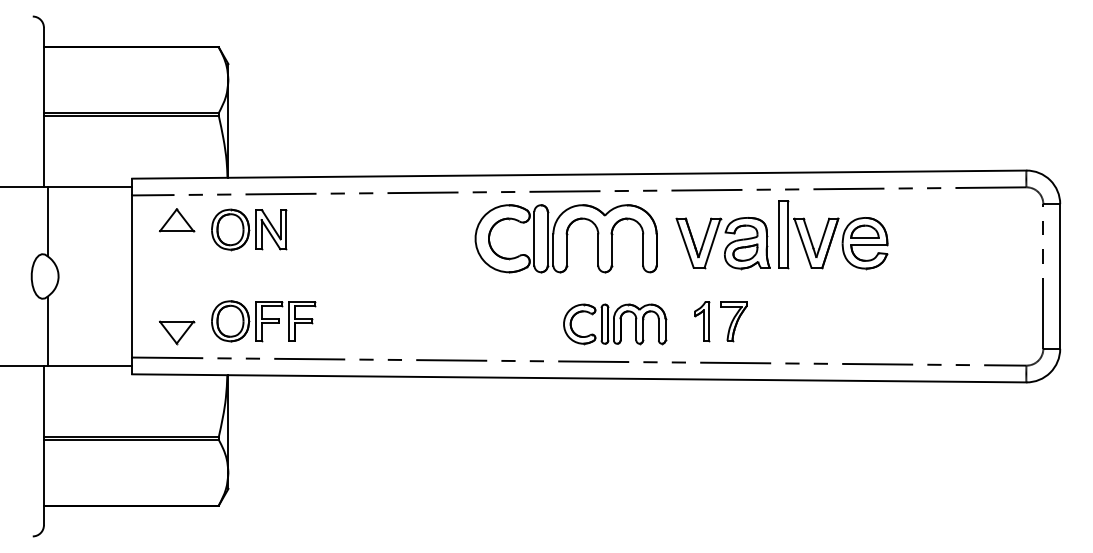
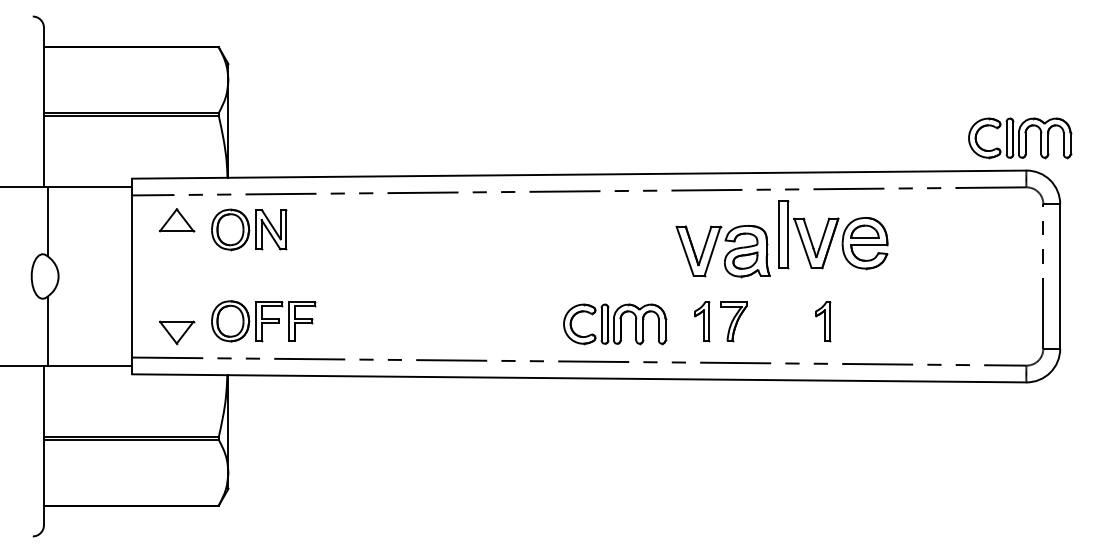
part at (1020, 138): none -> present
part at (565, 238): present -> none
part at (722, 243) position: (722, 243) -> (722, 251)
part at (823, 321): none -> present
